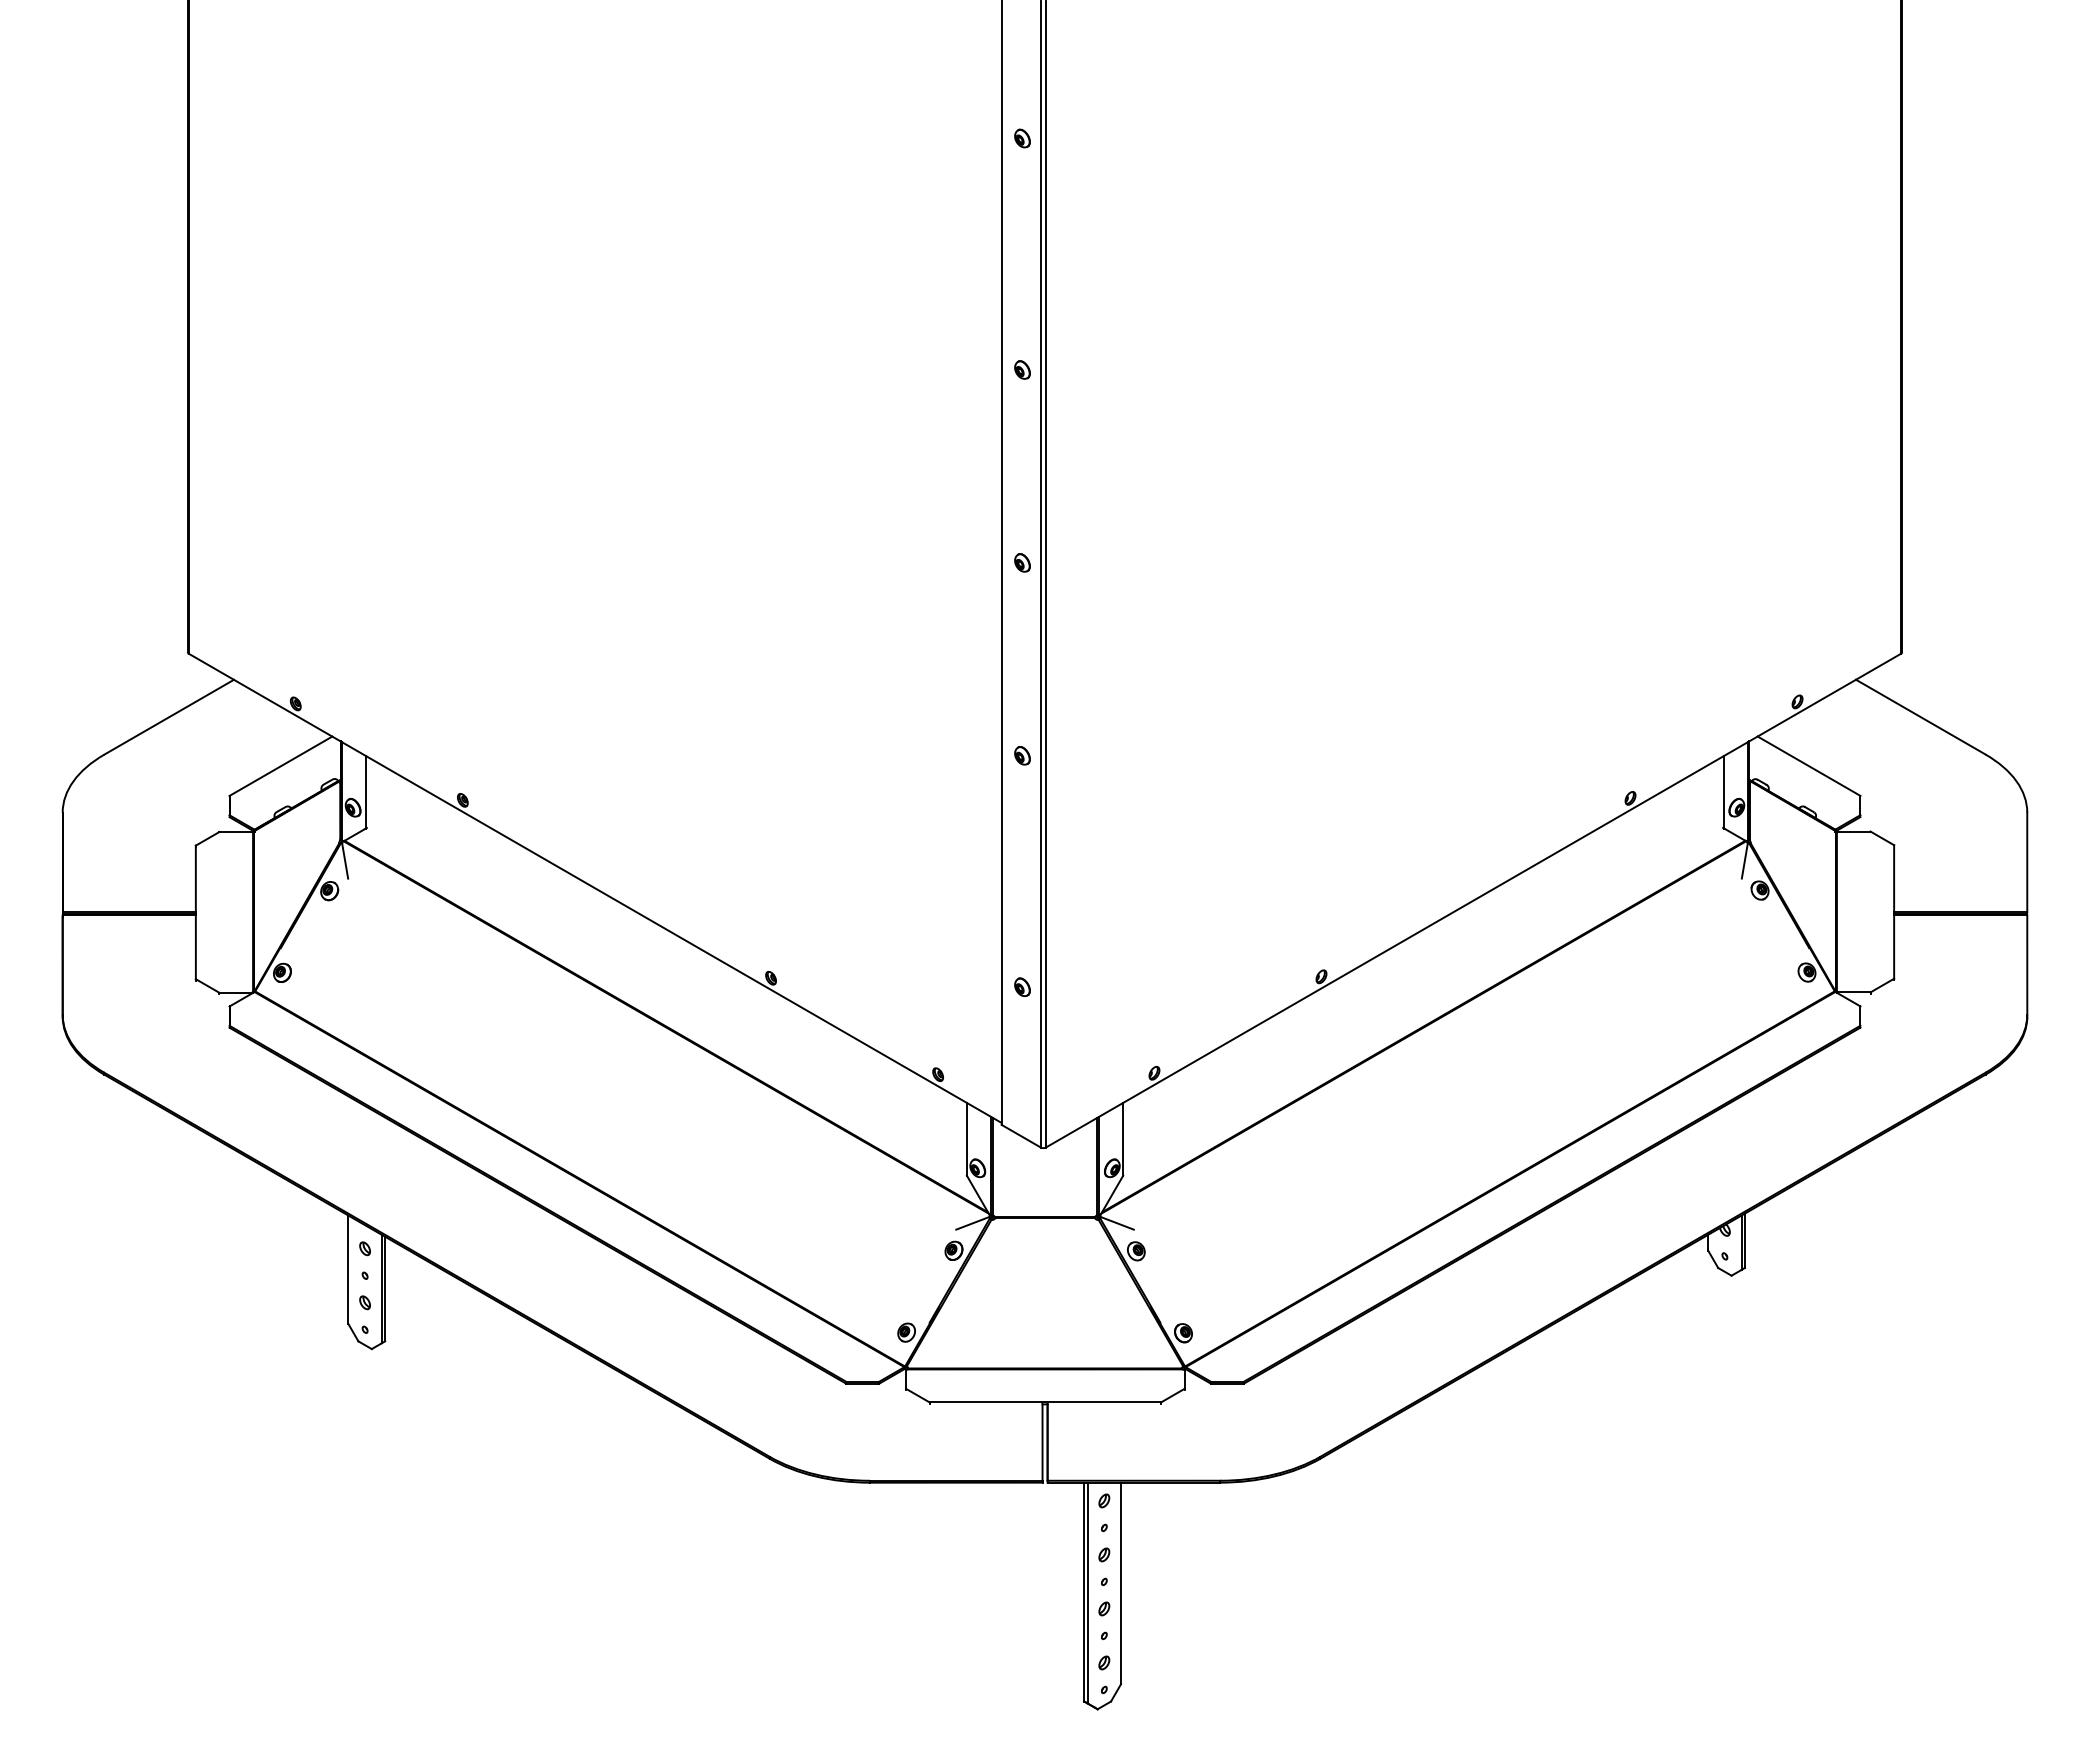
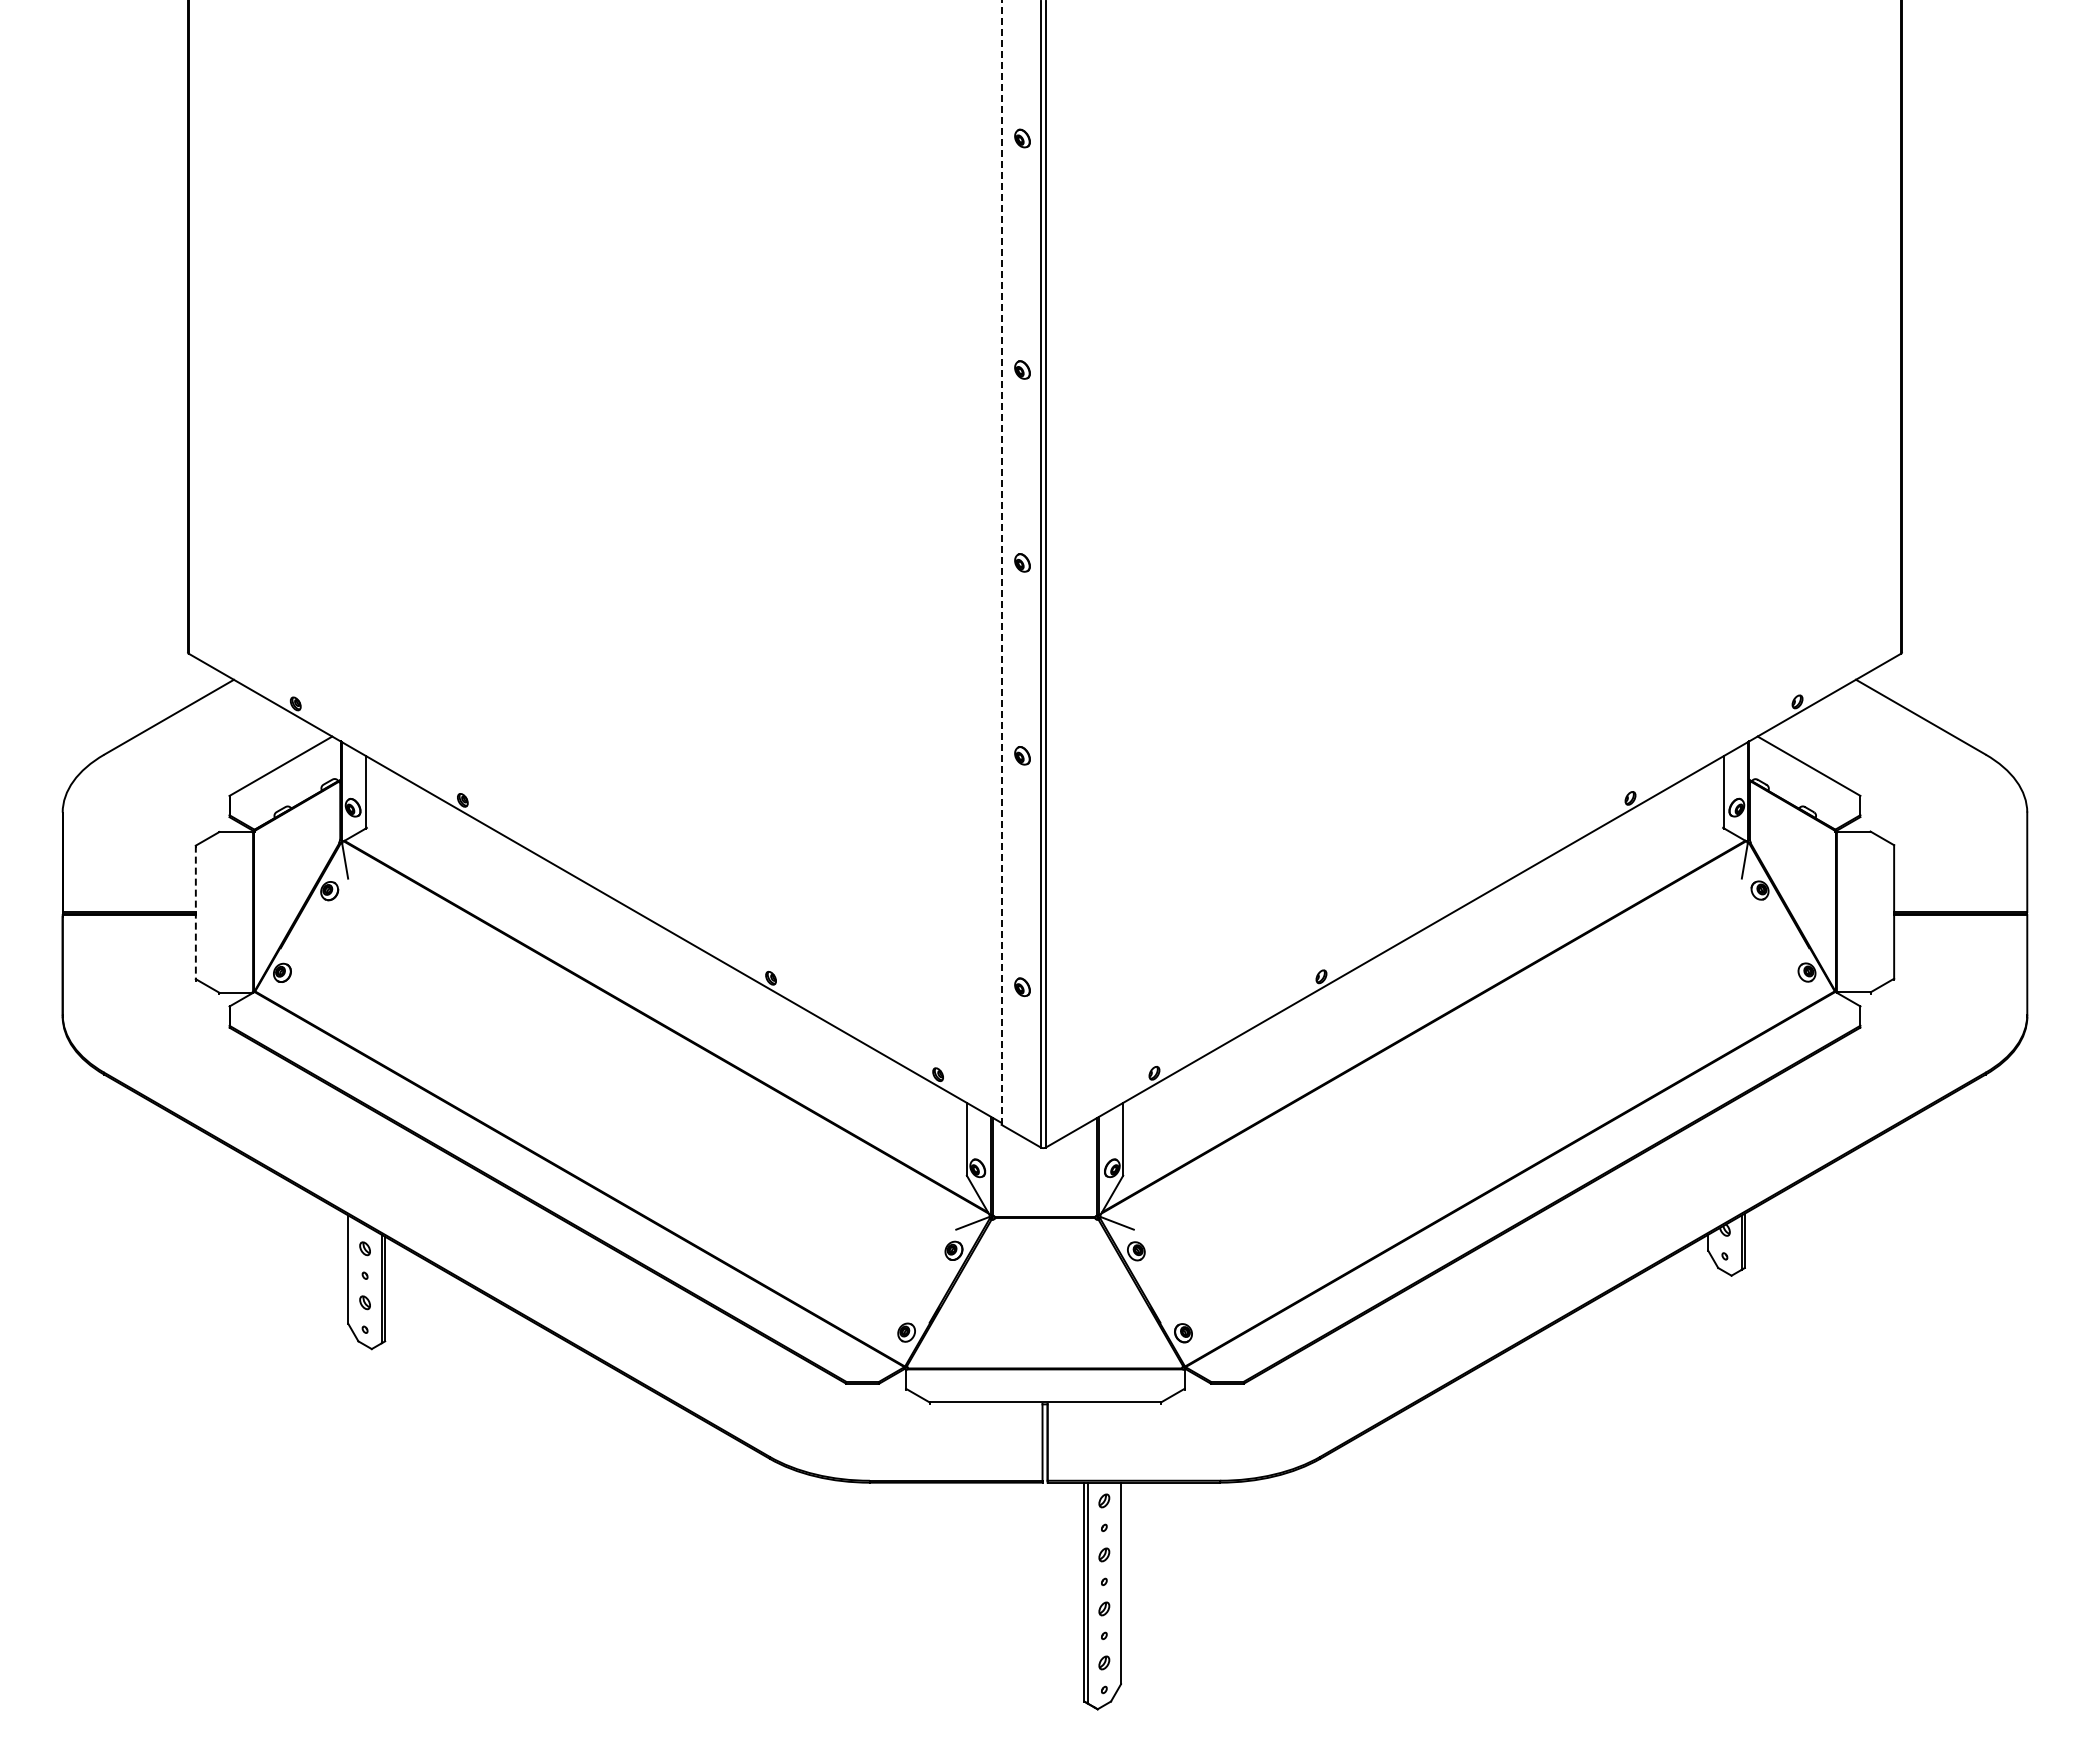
line at (1001, 562): solid -> dashed
line at (195, 912): solid -> dashed
